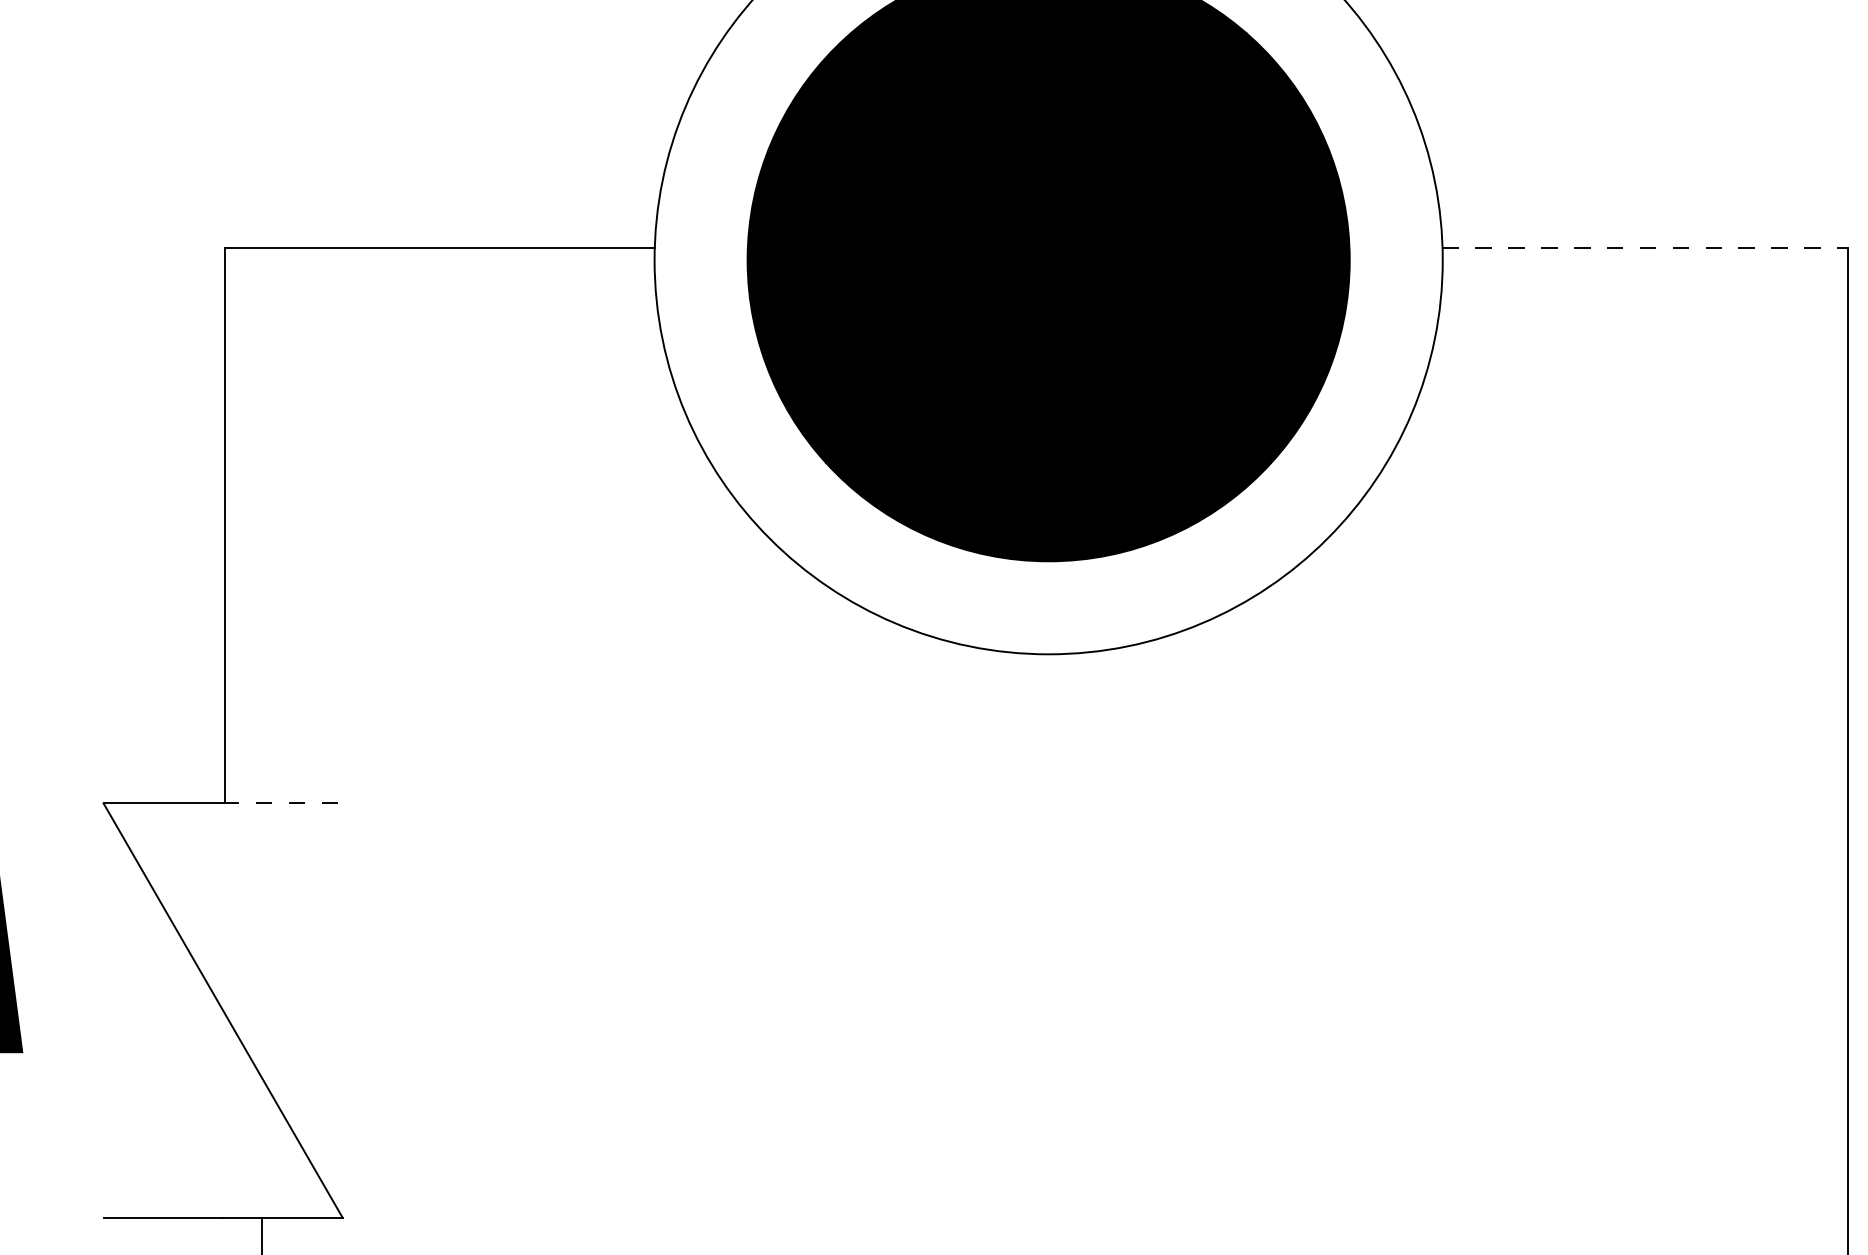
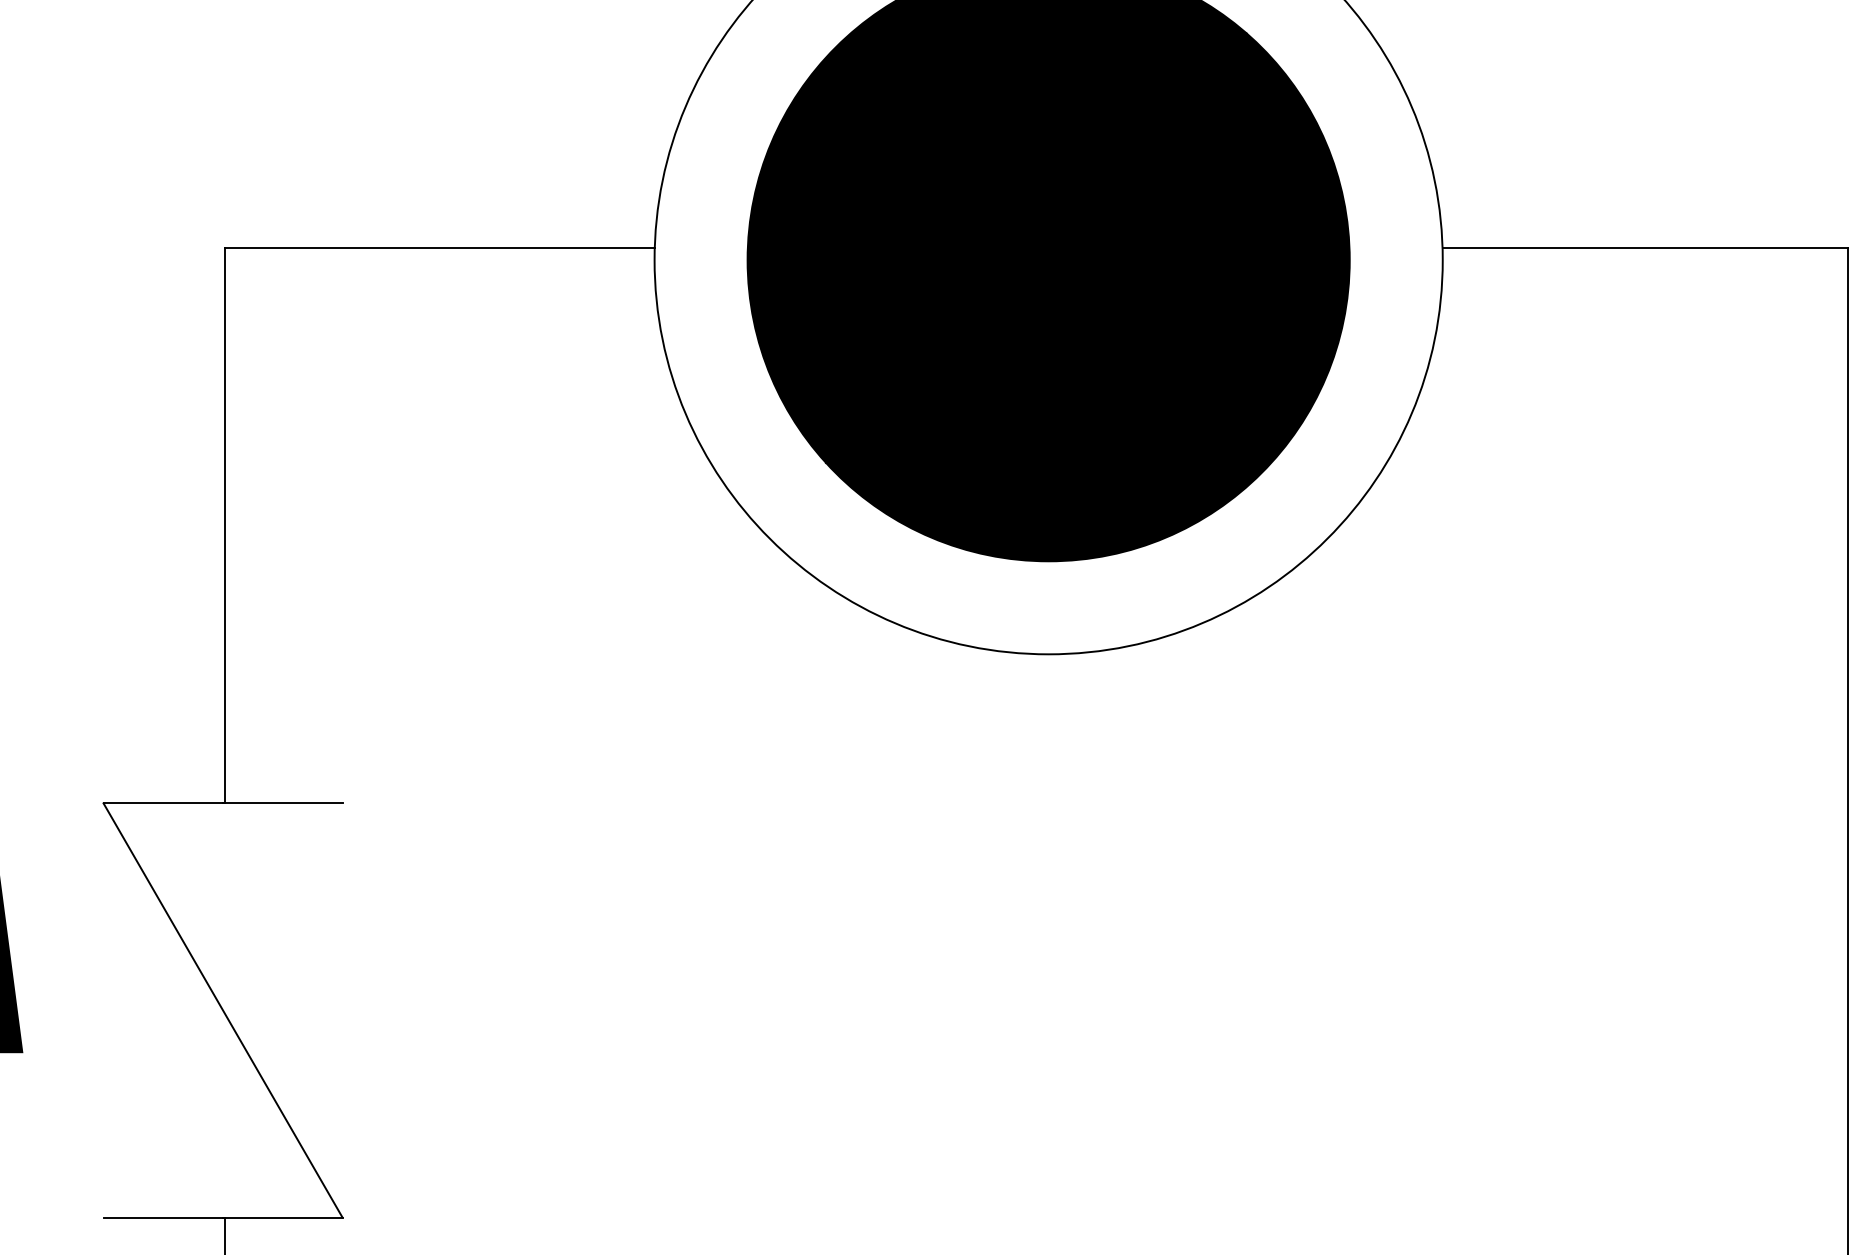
line at (1645, 248): dashed -> solid
line at (282, 803): dashed -> solid
line at (262, 1234) position: (262, 1234) -> (225, 1234)
